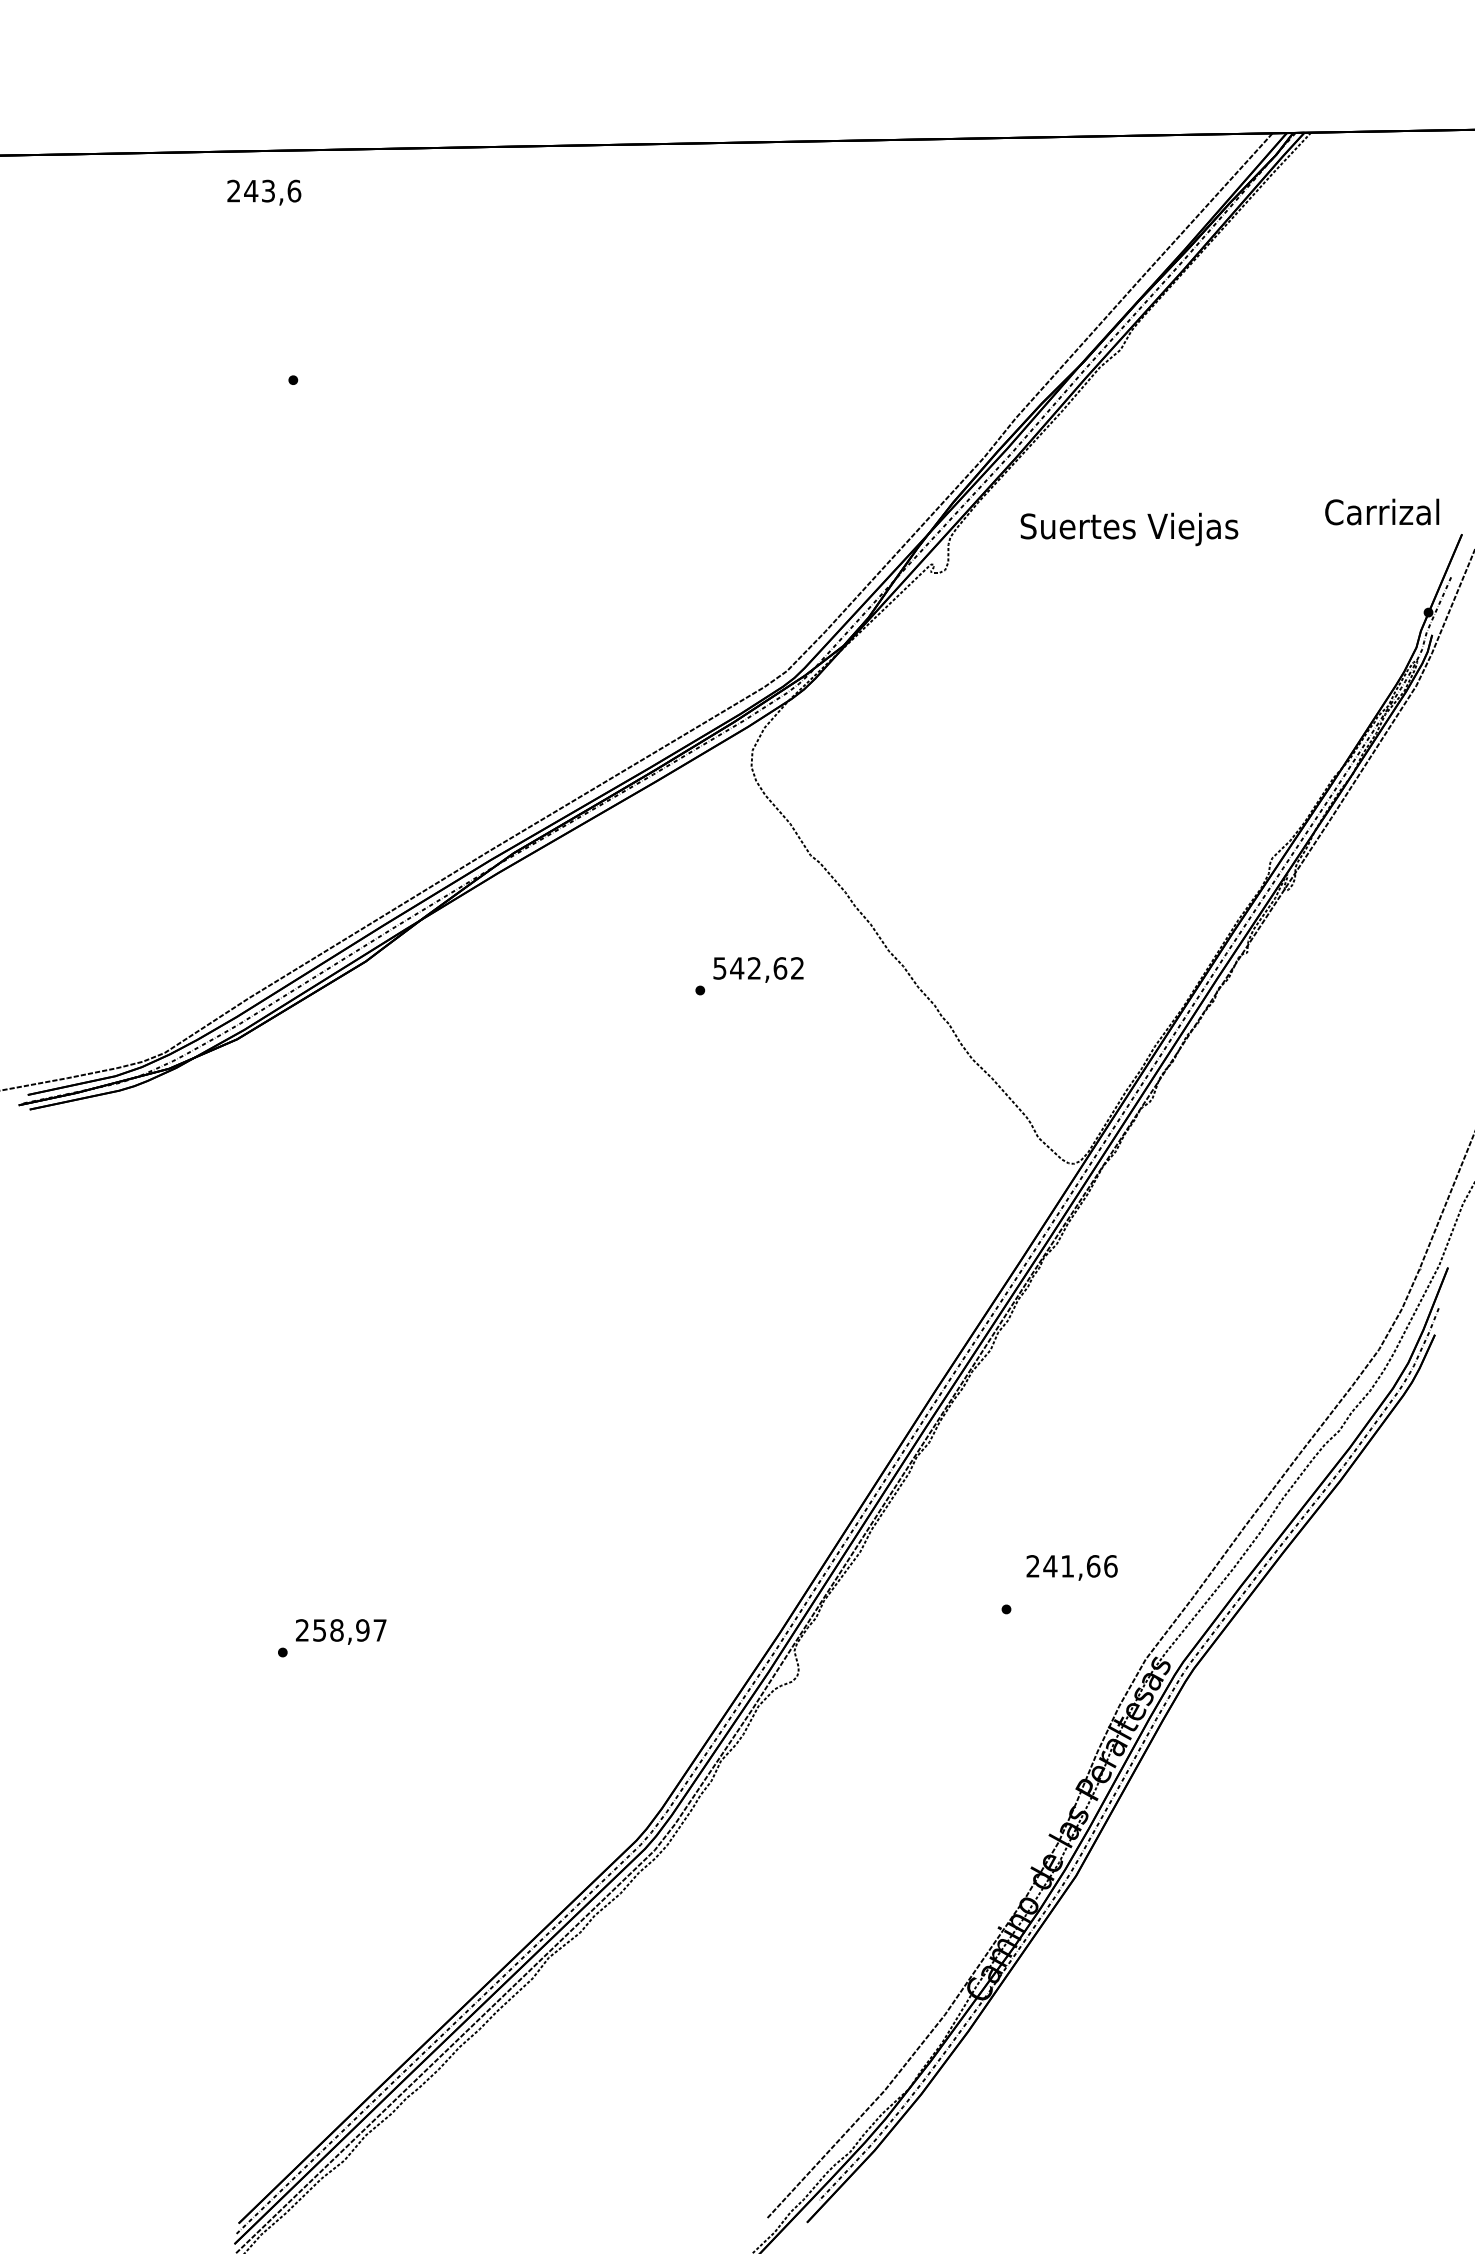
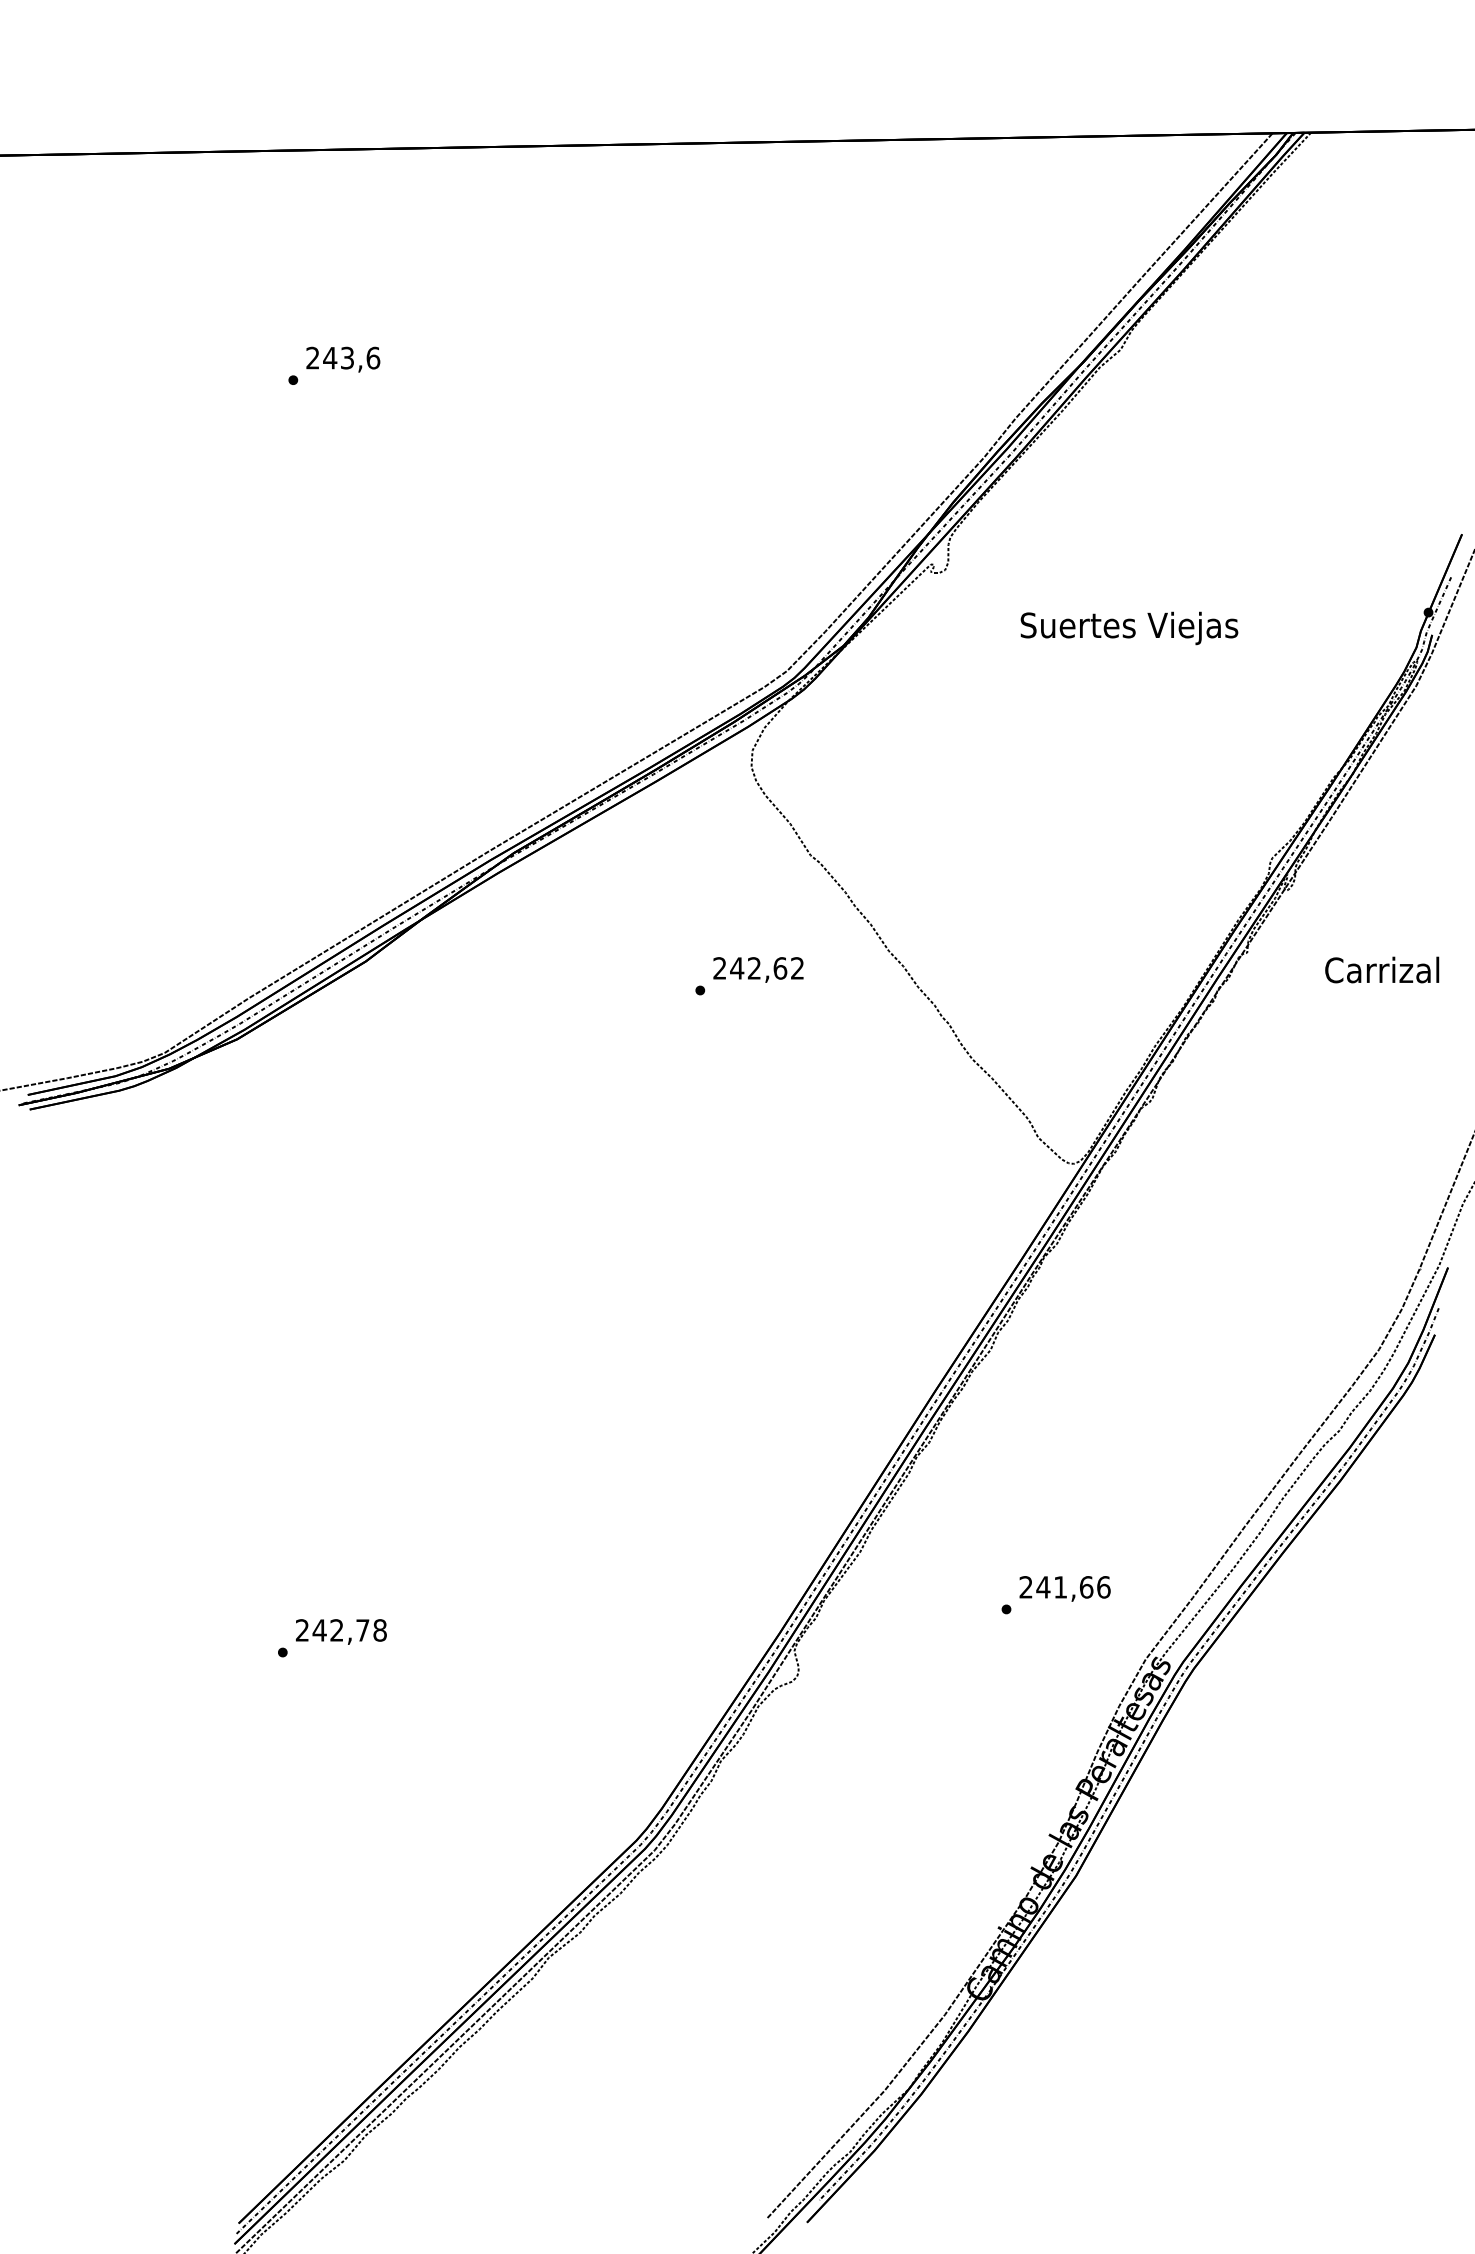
text at (264, 192) position: (264, 192) -> (343, 359)
text at (1382, 511) position: (1382, 511) -> (1382, 969)
text at (1129, 529) position: (1129, 529) -> (1129, 628)
text at (719, 968): 542,62 -> 242,62
text at (1071, 1567) position: (1071, 1567) -> (1064, 1588)
text at (349, 1630): 258,97 -> 242,78
